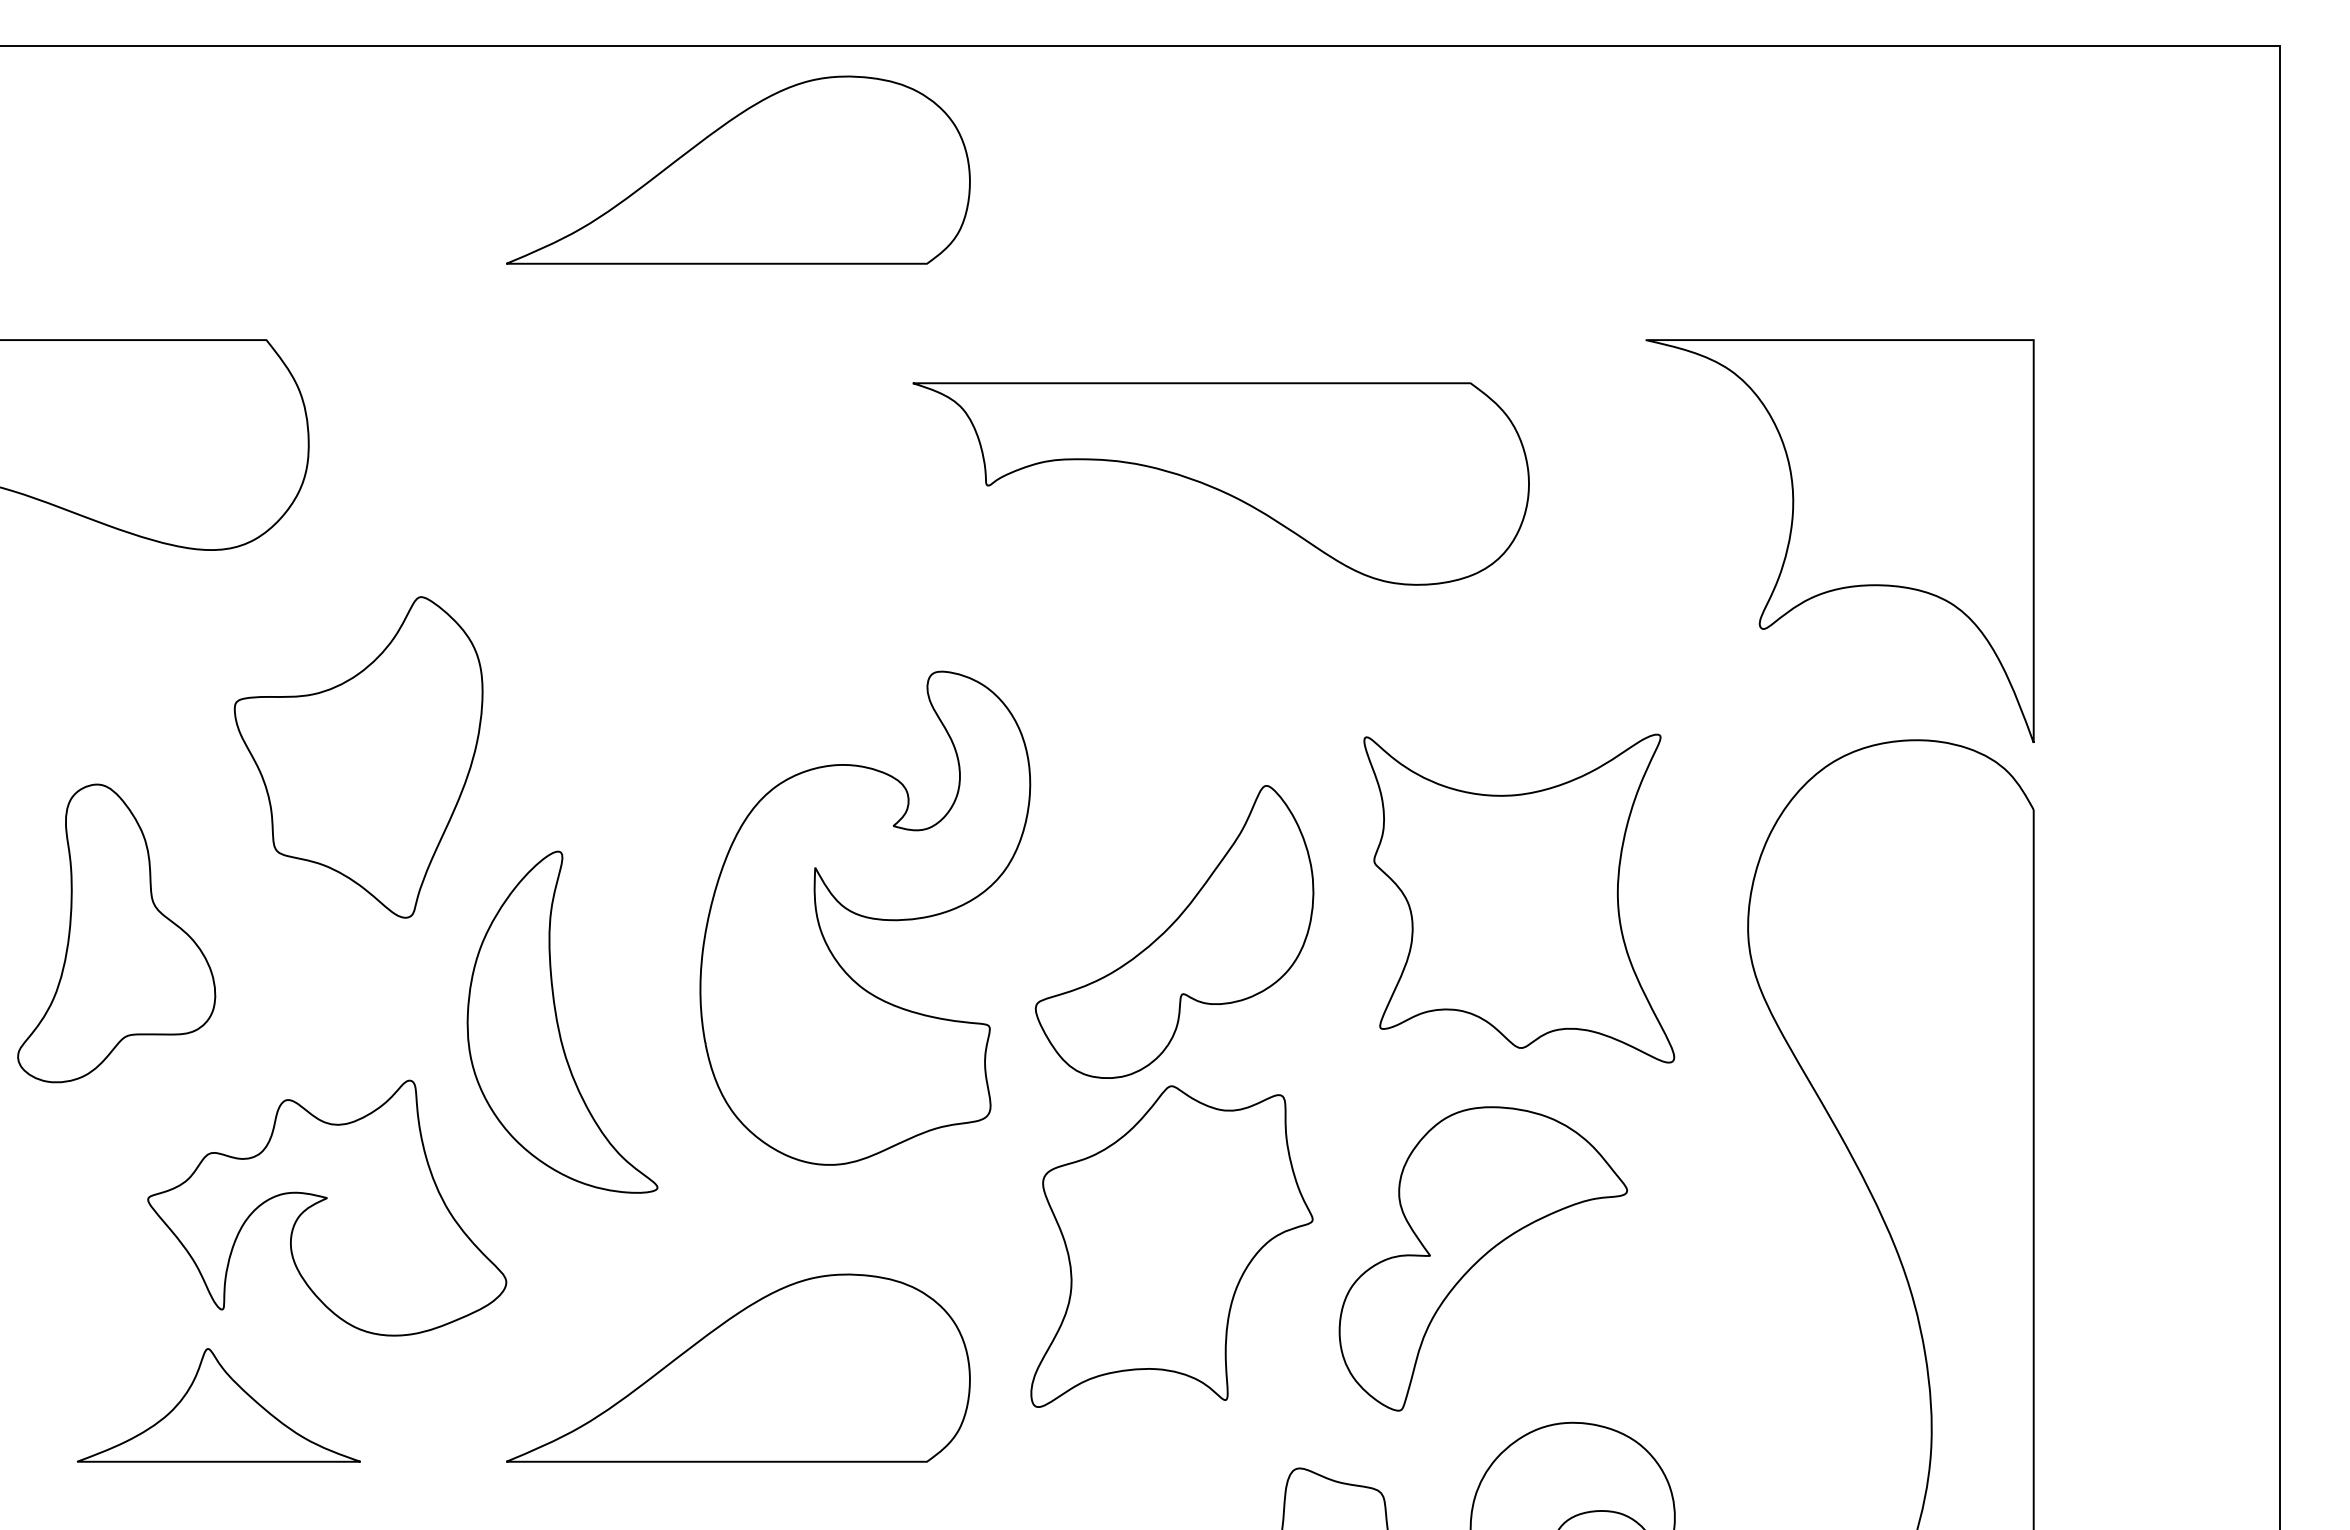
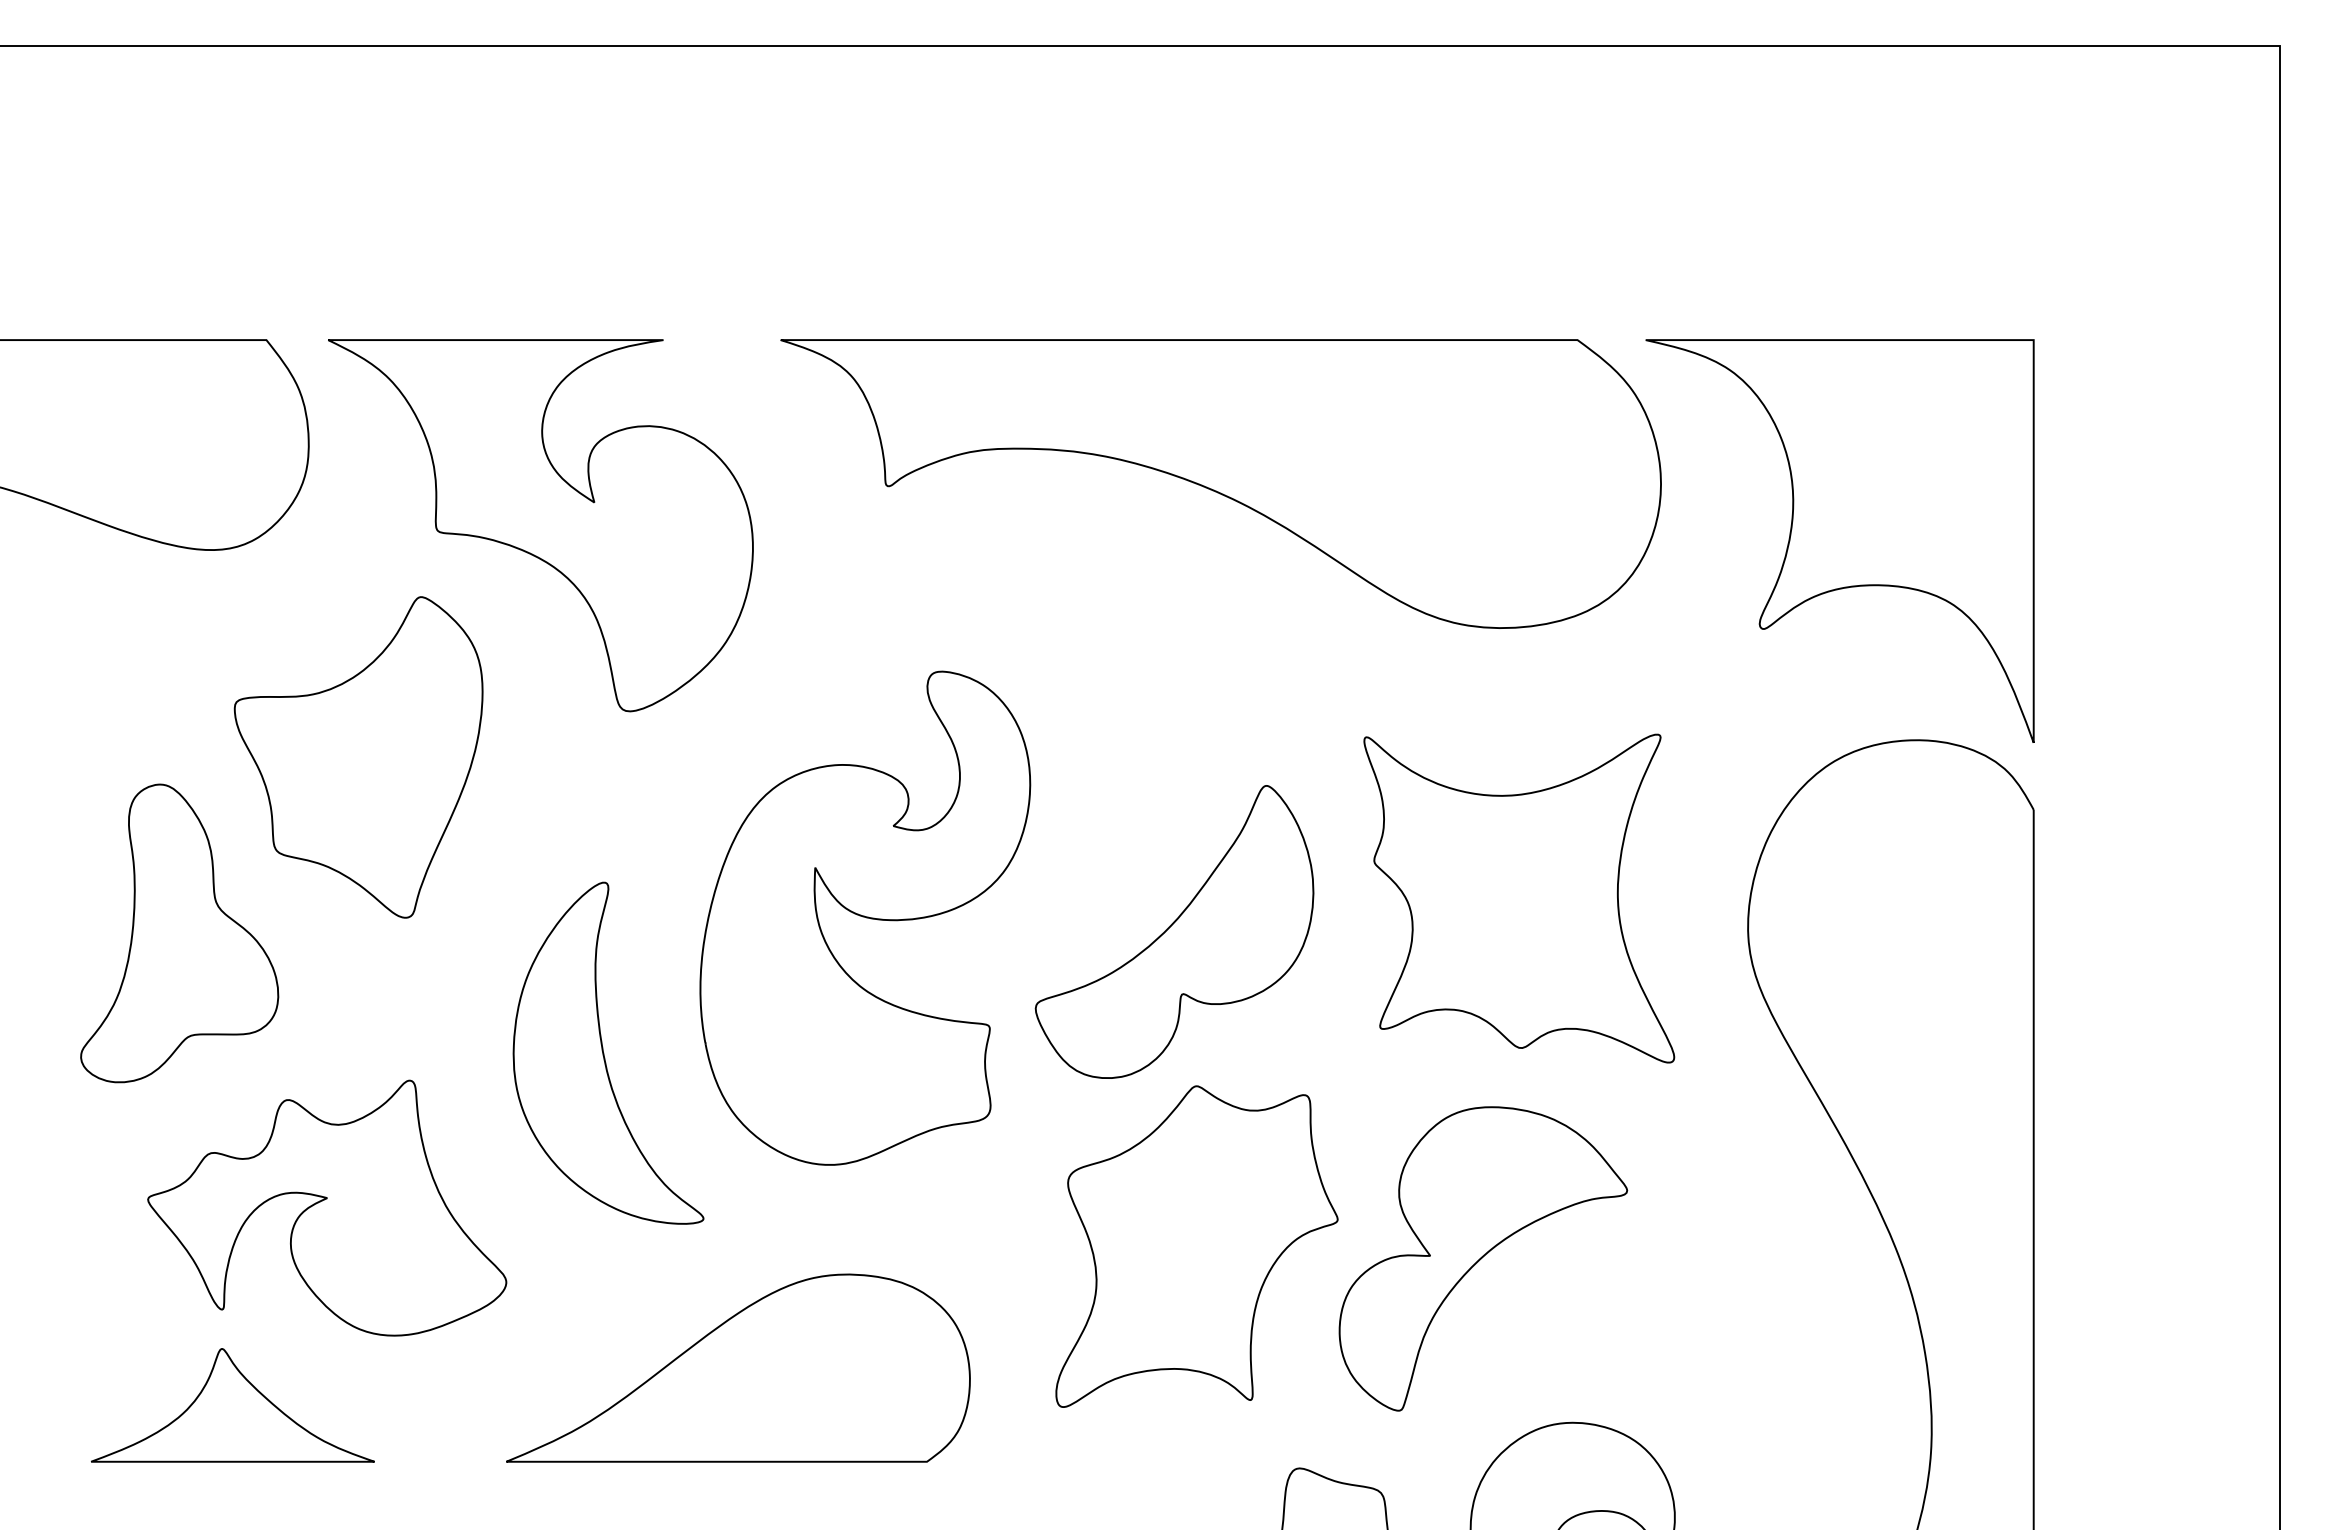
part at (738, 169): present -> none
part at (1220, 483) size: 618x204 px -> 882x290 px
part at (540, 525): none -> present
part at (116, 933) position: (116, 933) -> (179, 933)
part at (562, 1021) position: (562, 1021) -> (608, 1052)
part at (1171, 1246) position: (1171, 1246) -> (1196, 1246)
part at (218, 1405) position: (218, 1405) -> (232, 1405)
